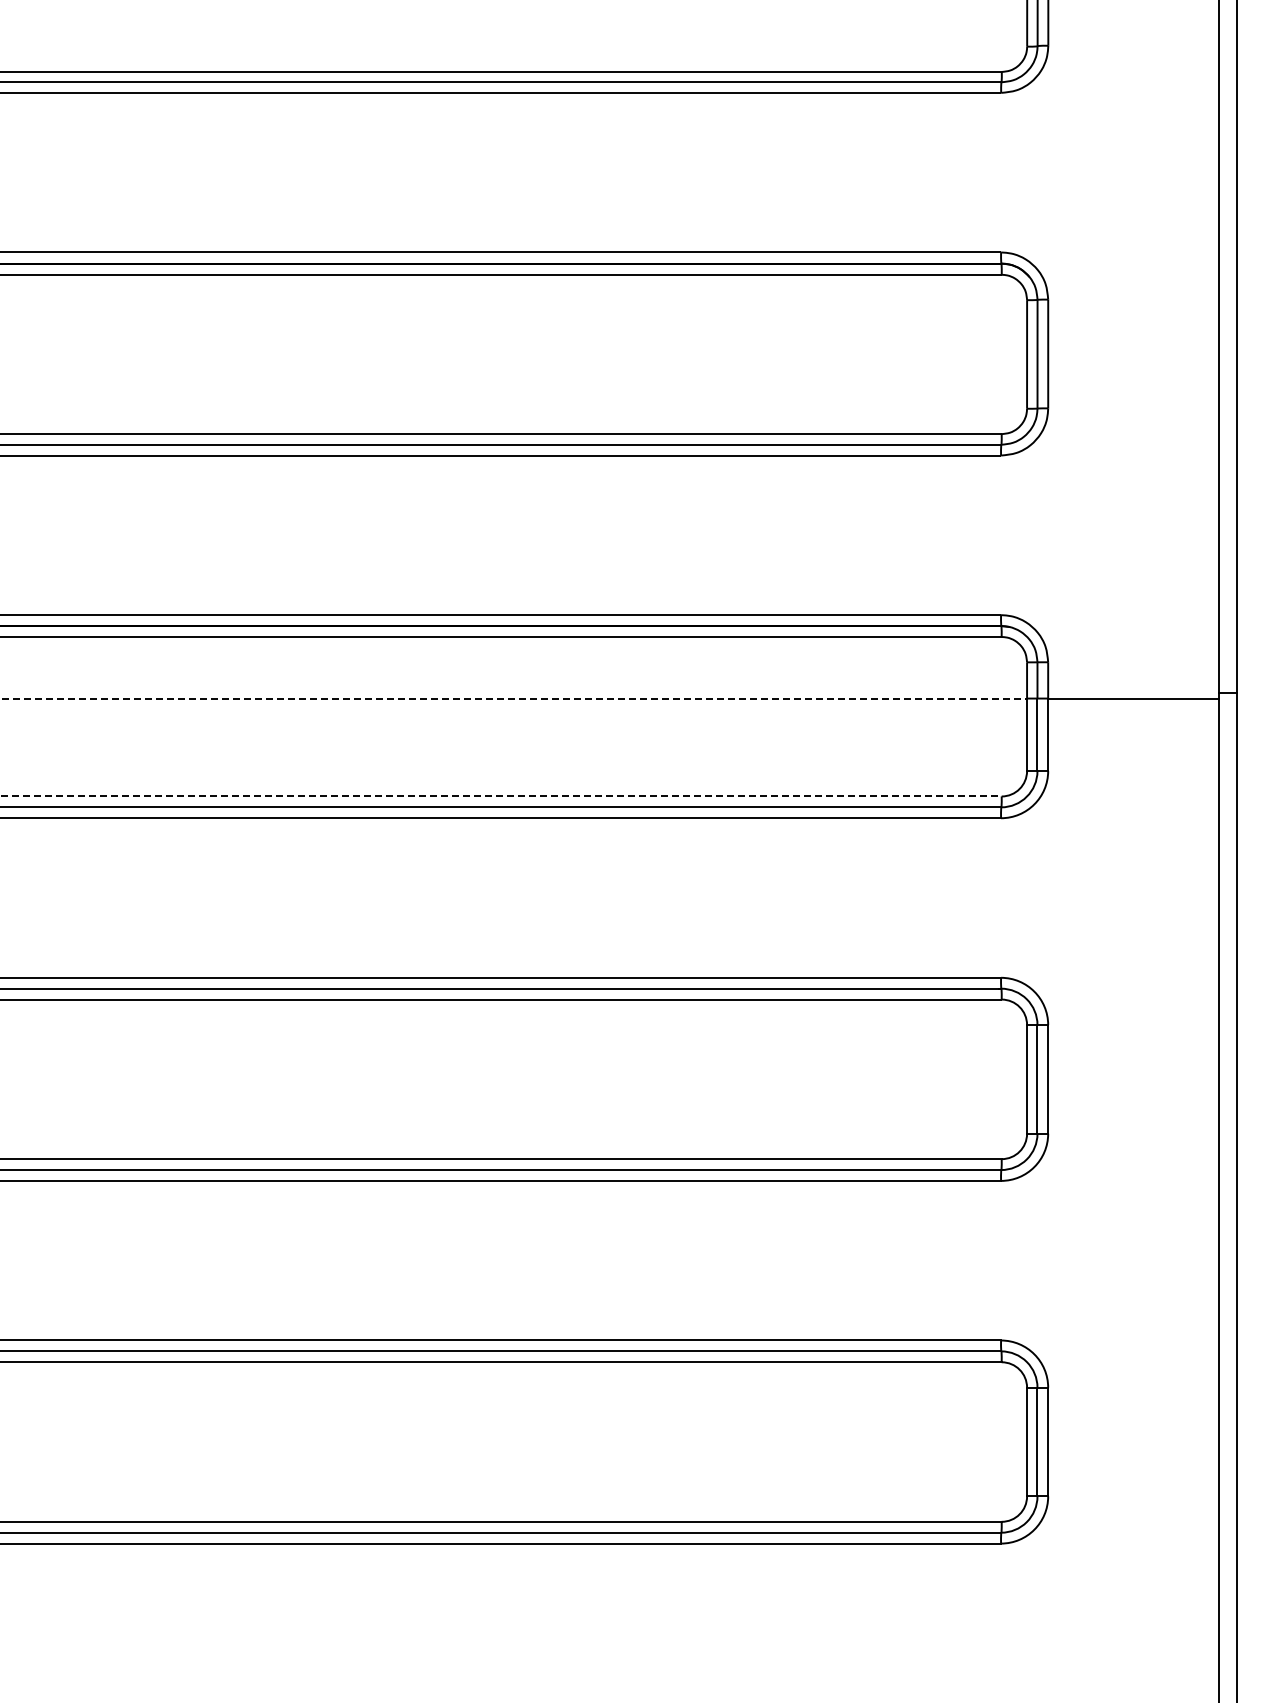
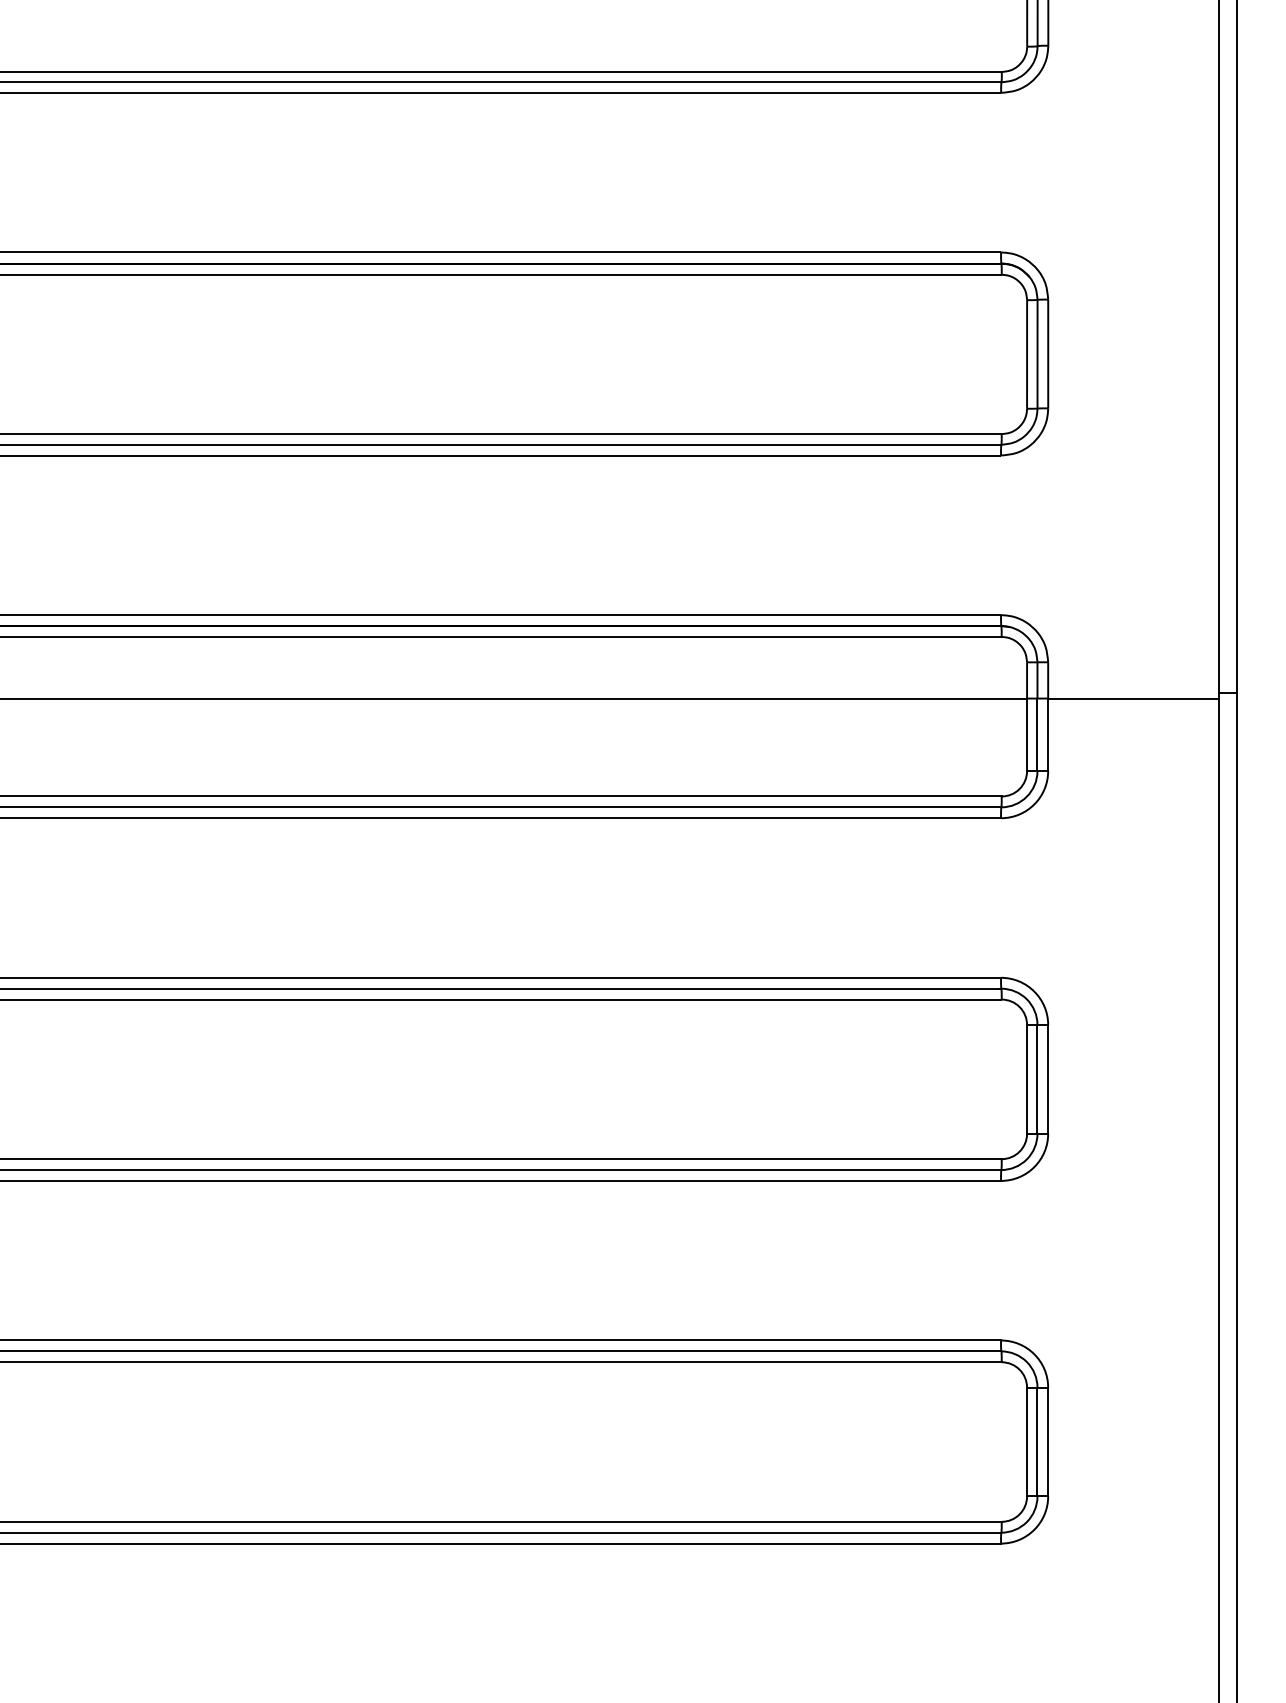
line at (514, 698): dashed -> solid
line at (501, 796): dashed -> solid
